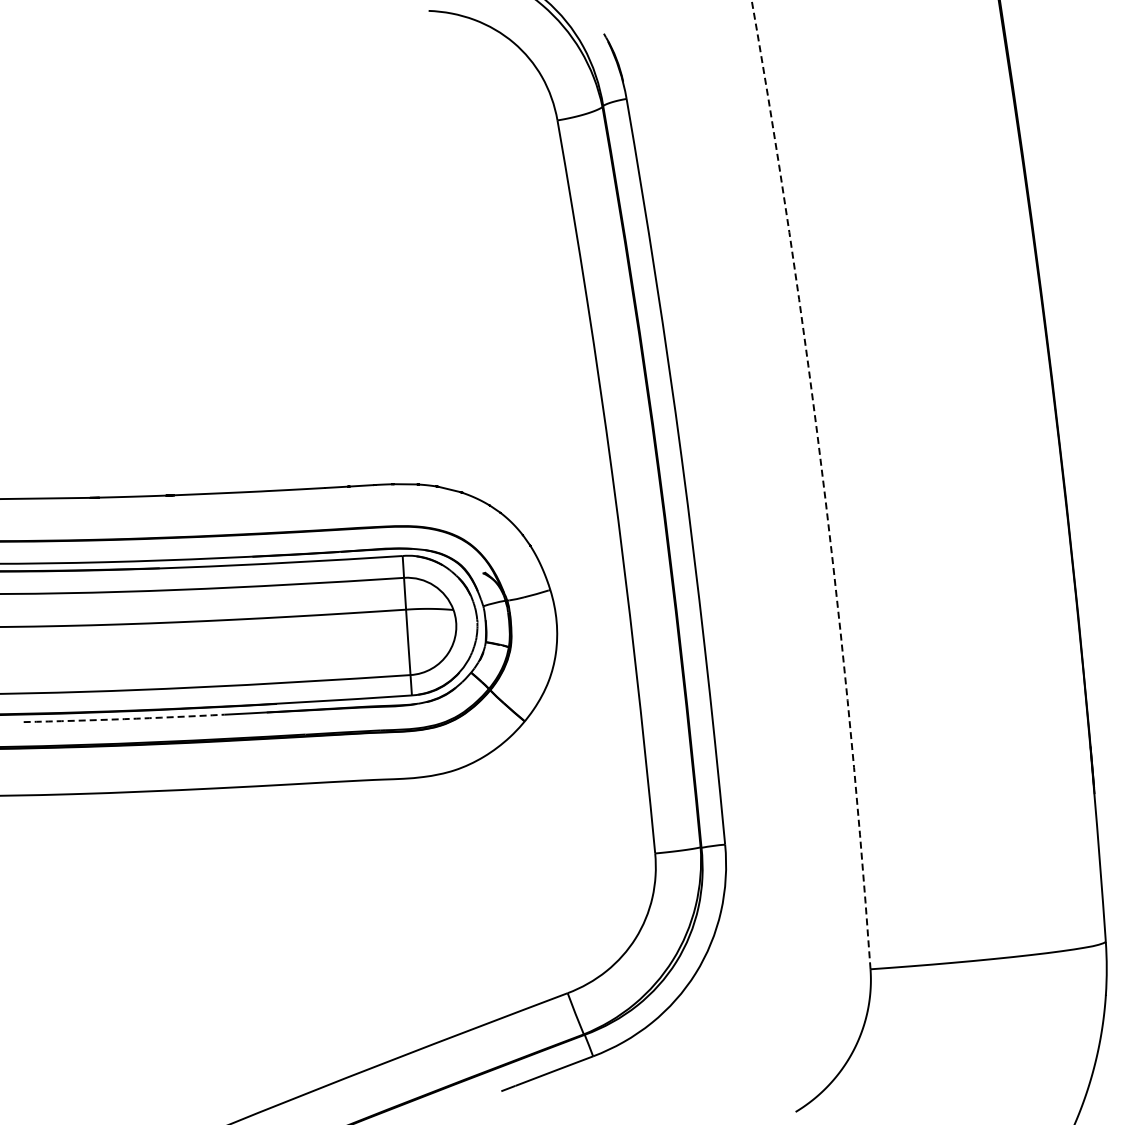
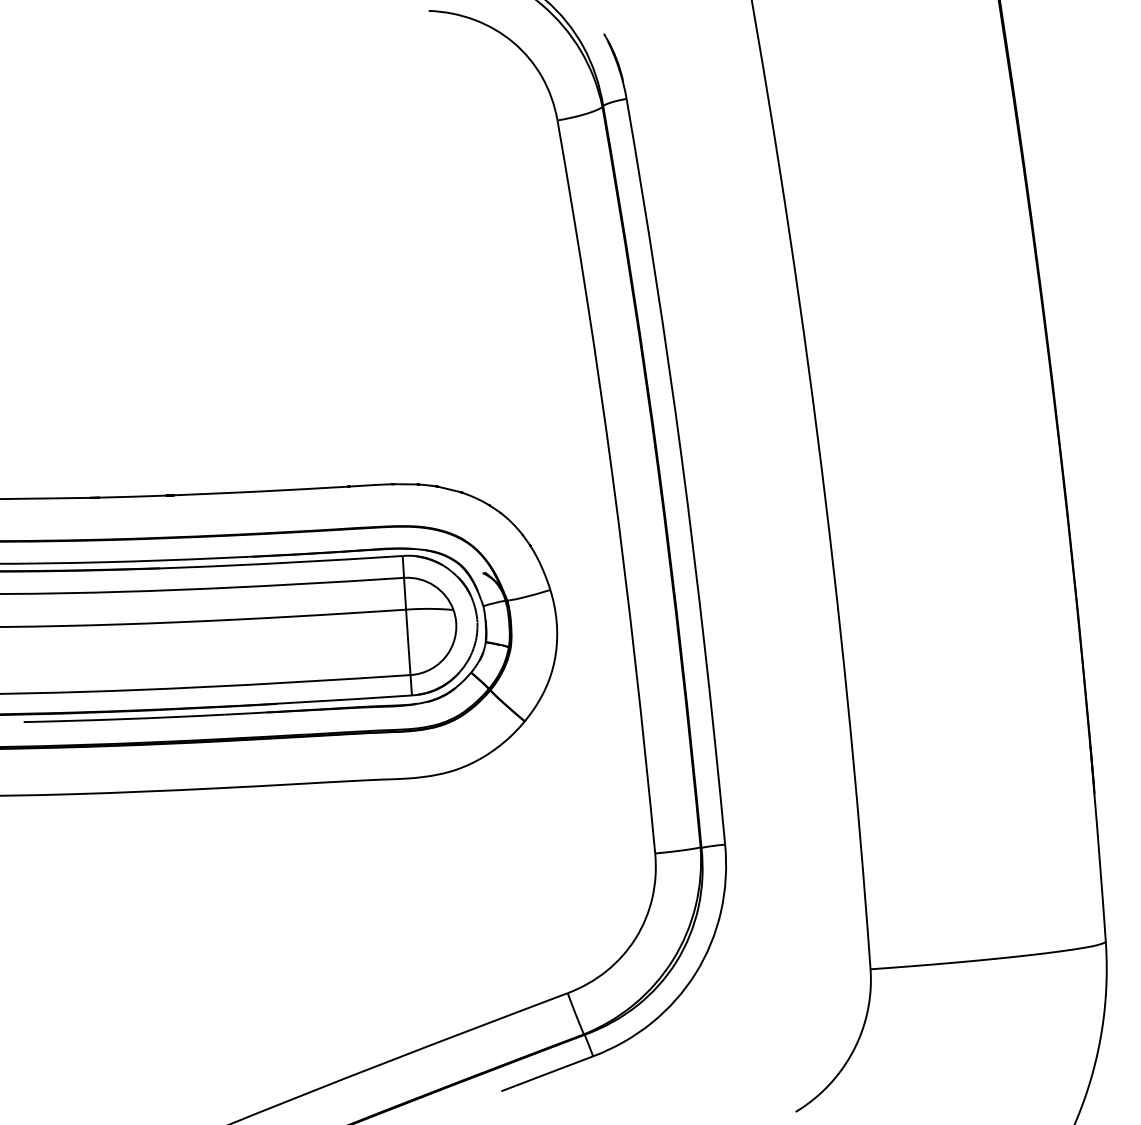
arc at (823, 482): dashed -> solid
arc at (124, 719): dashed -> solid
